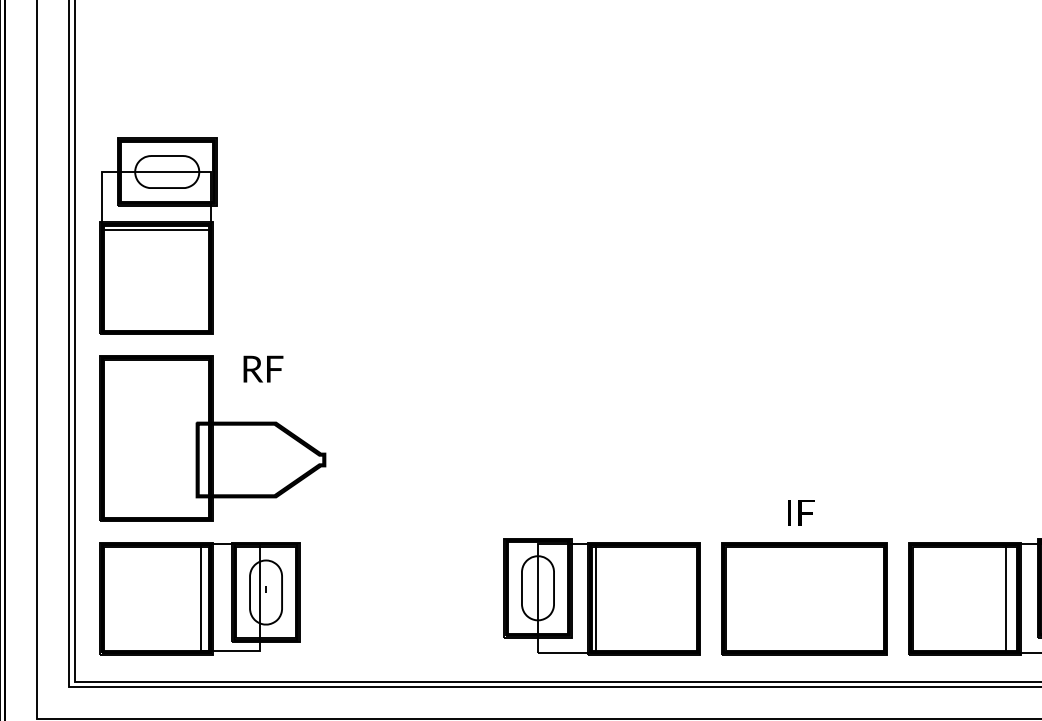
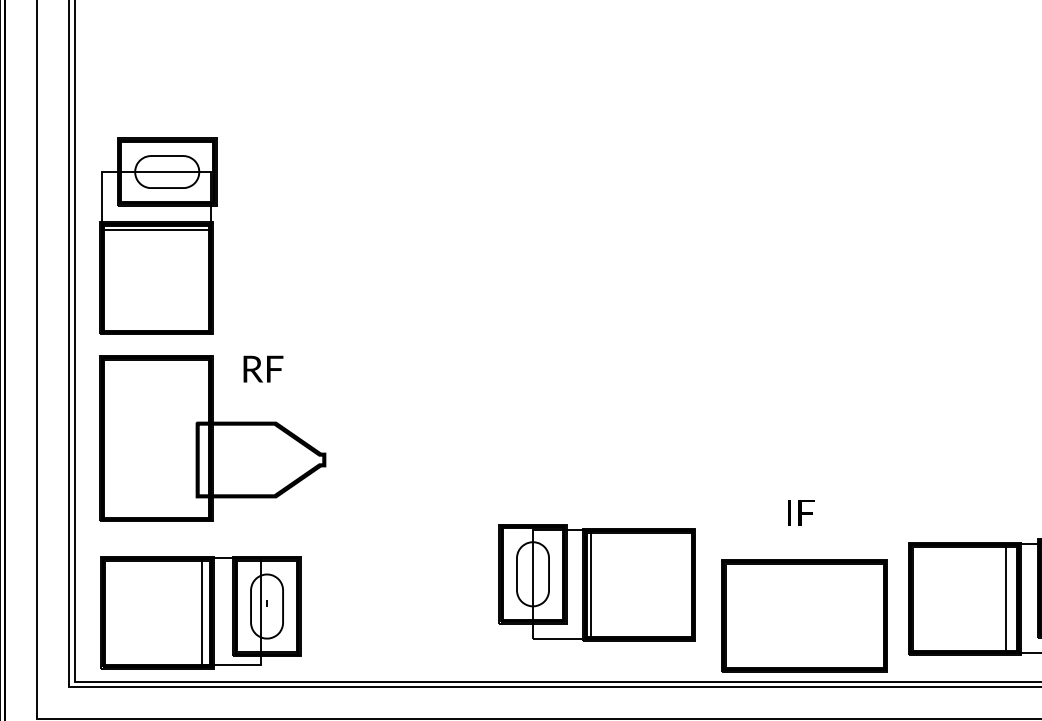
part at (601, 596) position: (601, 596) -> (596, 582)
part at (199, 598) position: (199, 598) -> (200, 612)
part at (804, 598) position: (804, 598) -> (804, 615)
